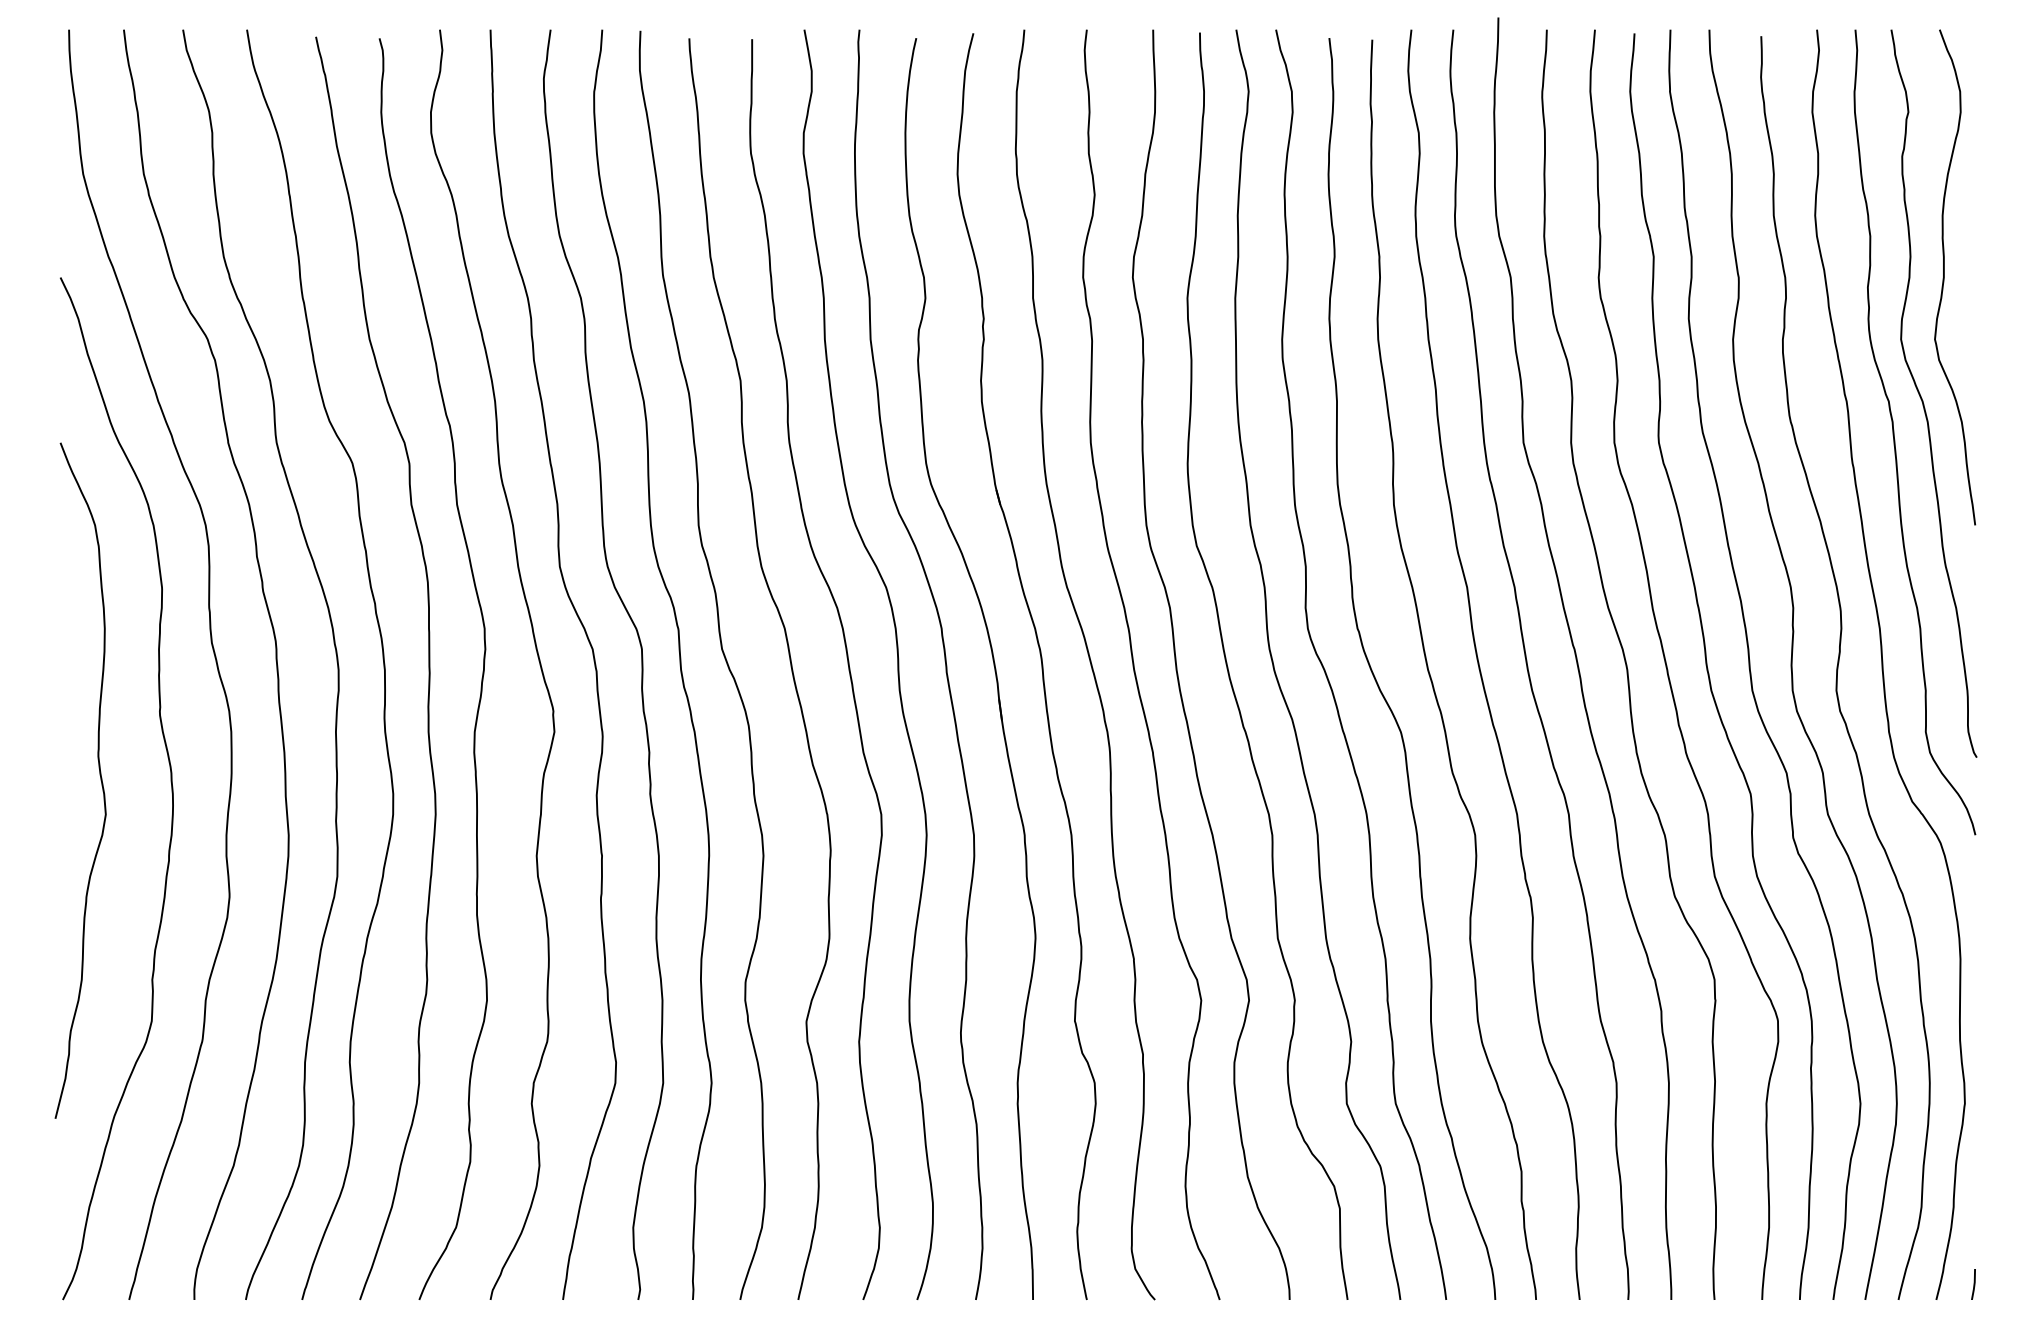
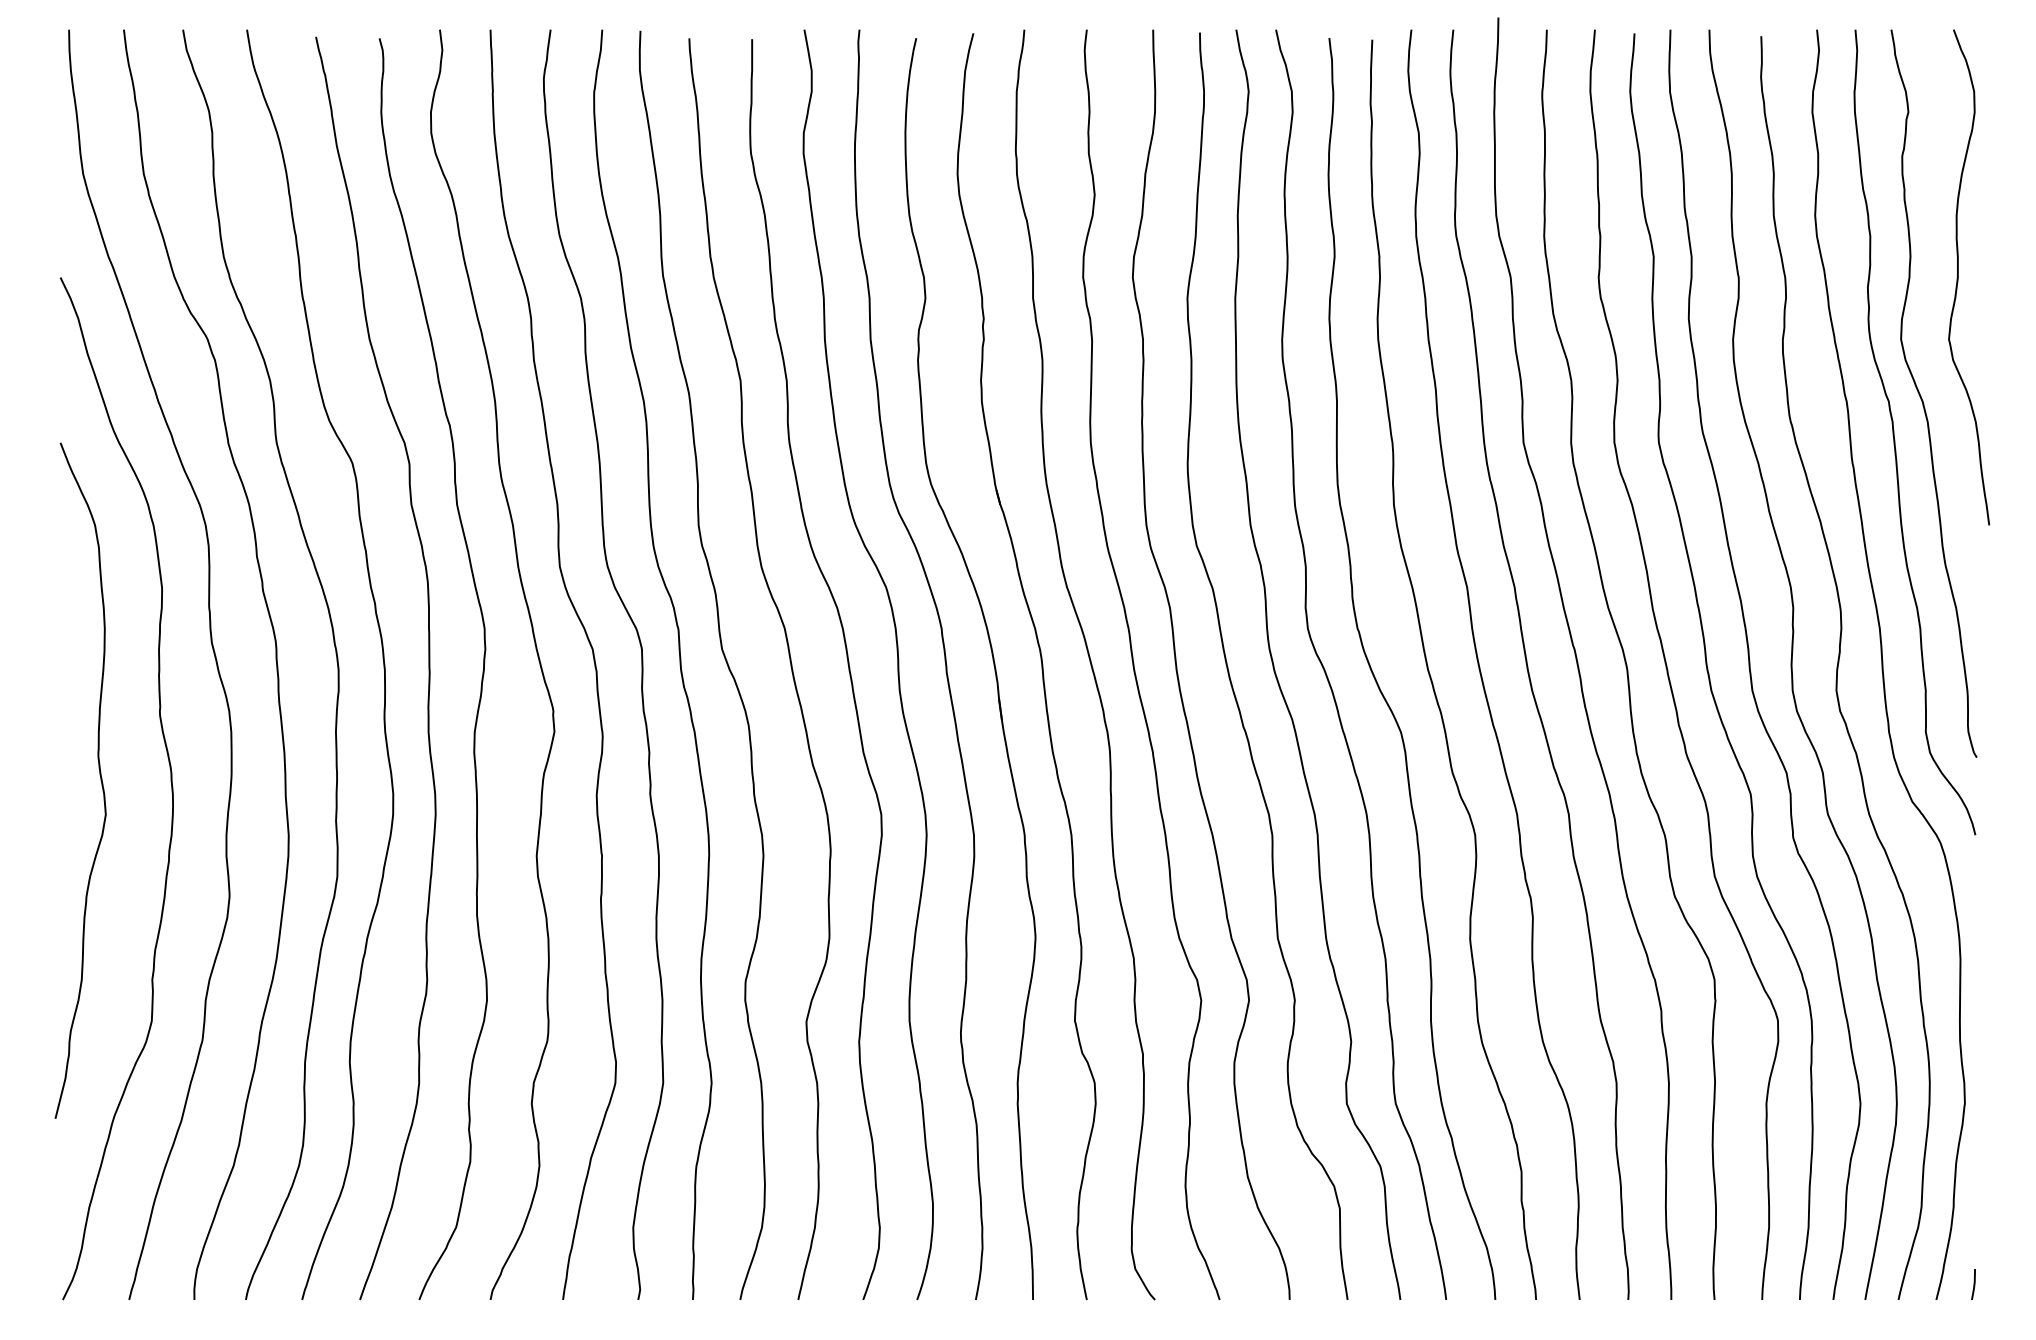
curve at (1944, 277) position: (1944, 277) -> (1958, 277)
